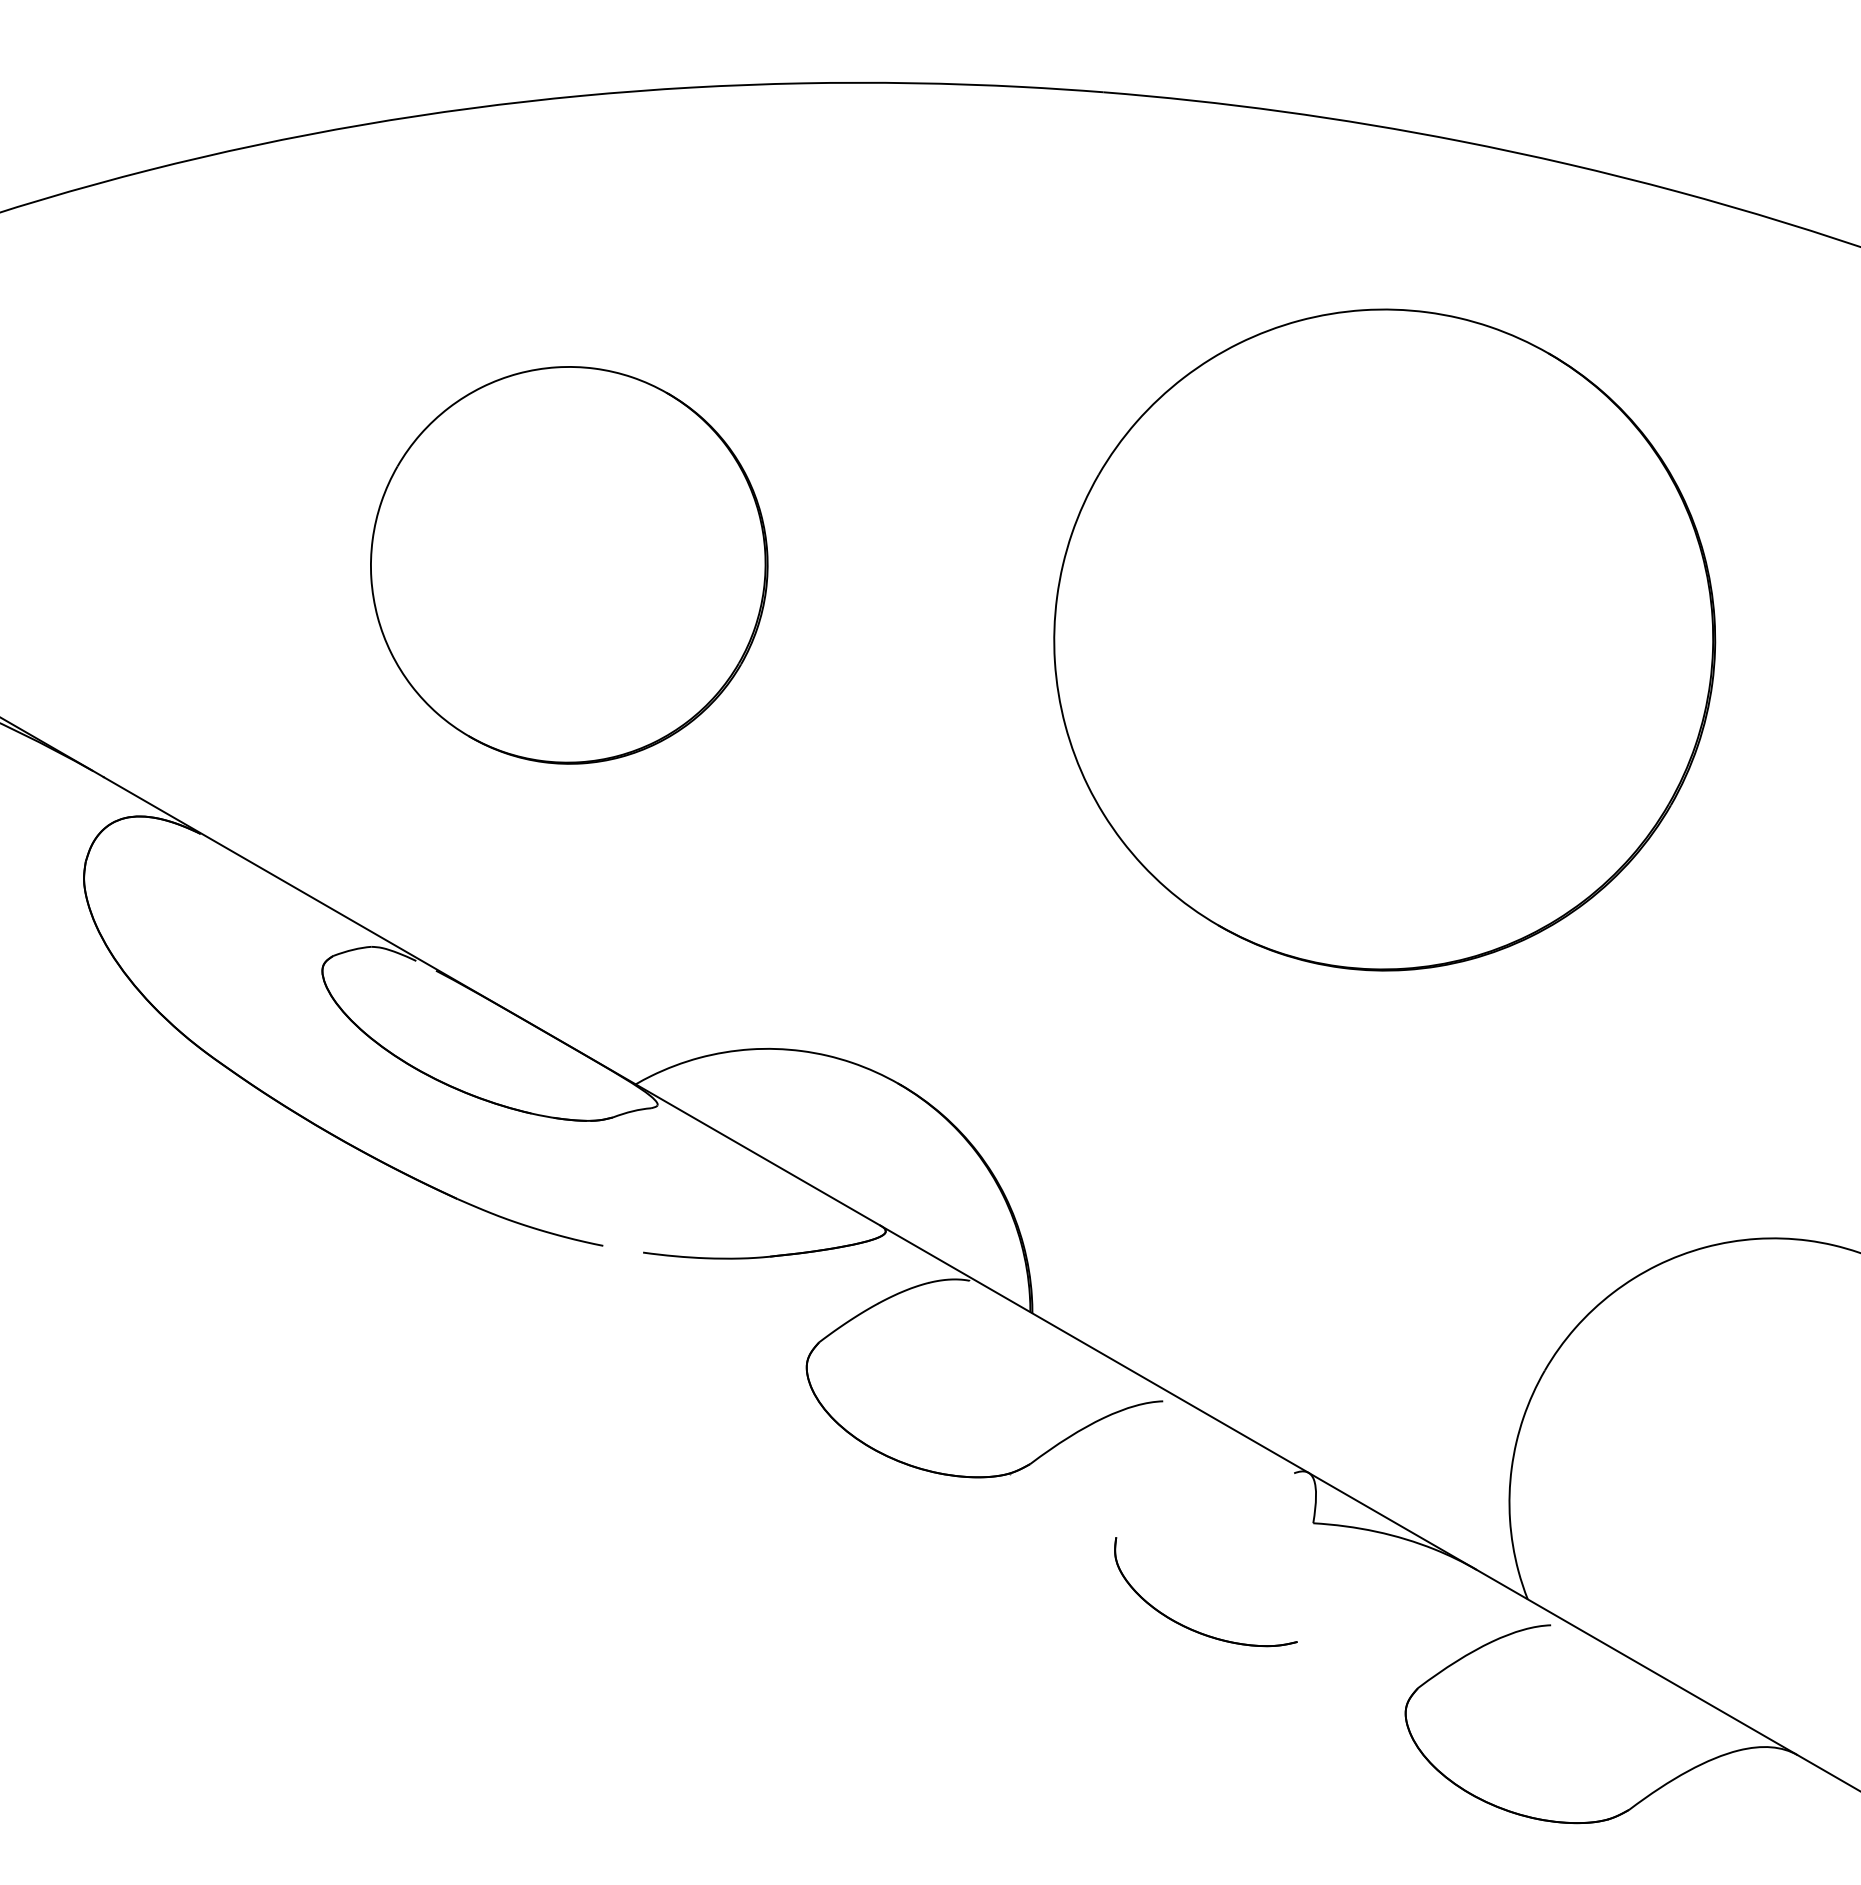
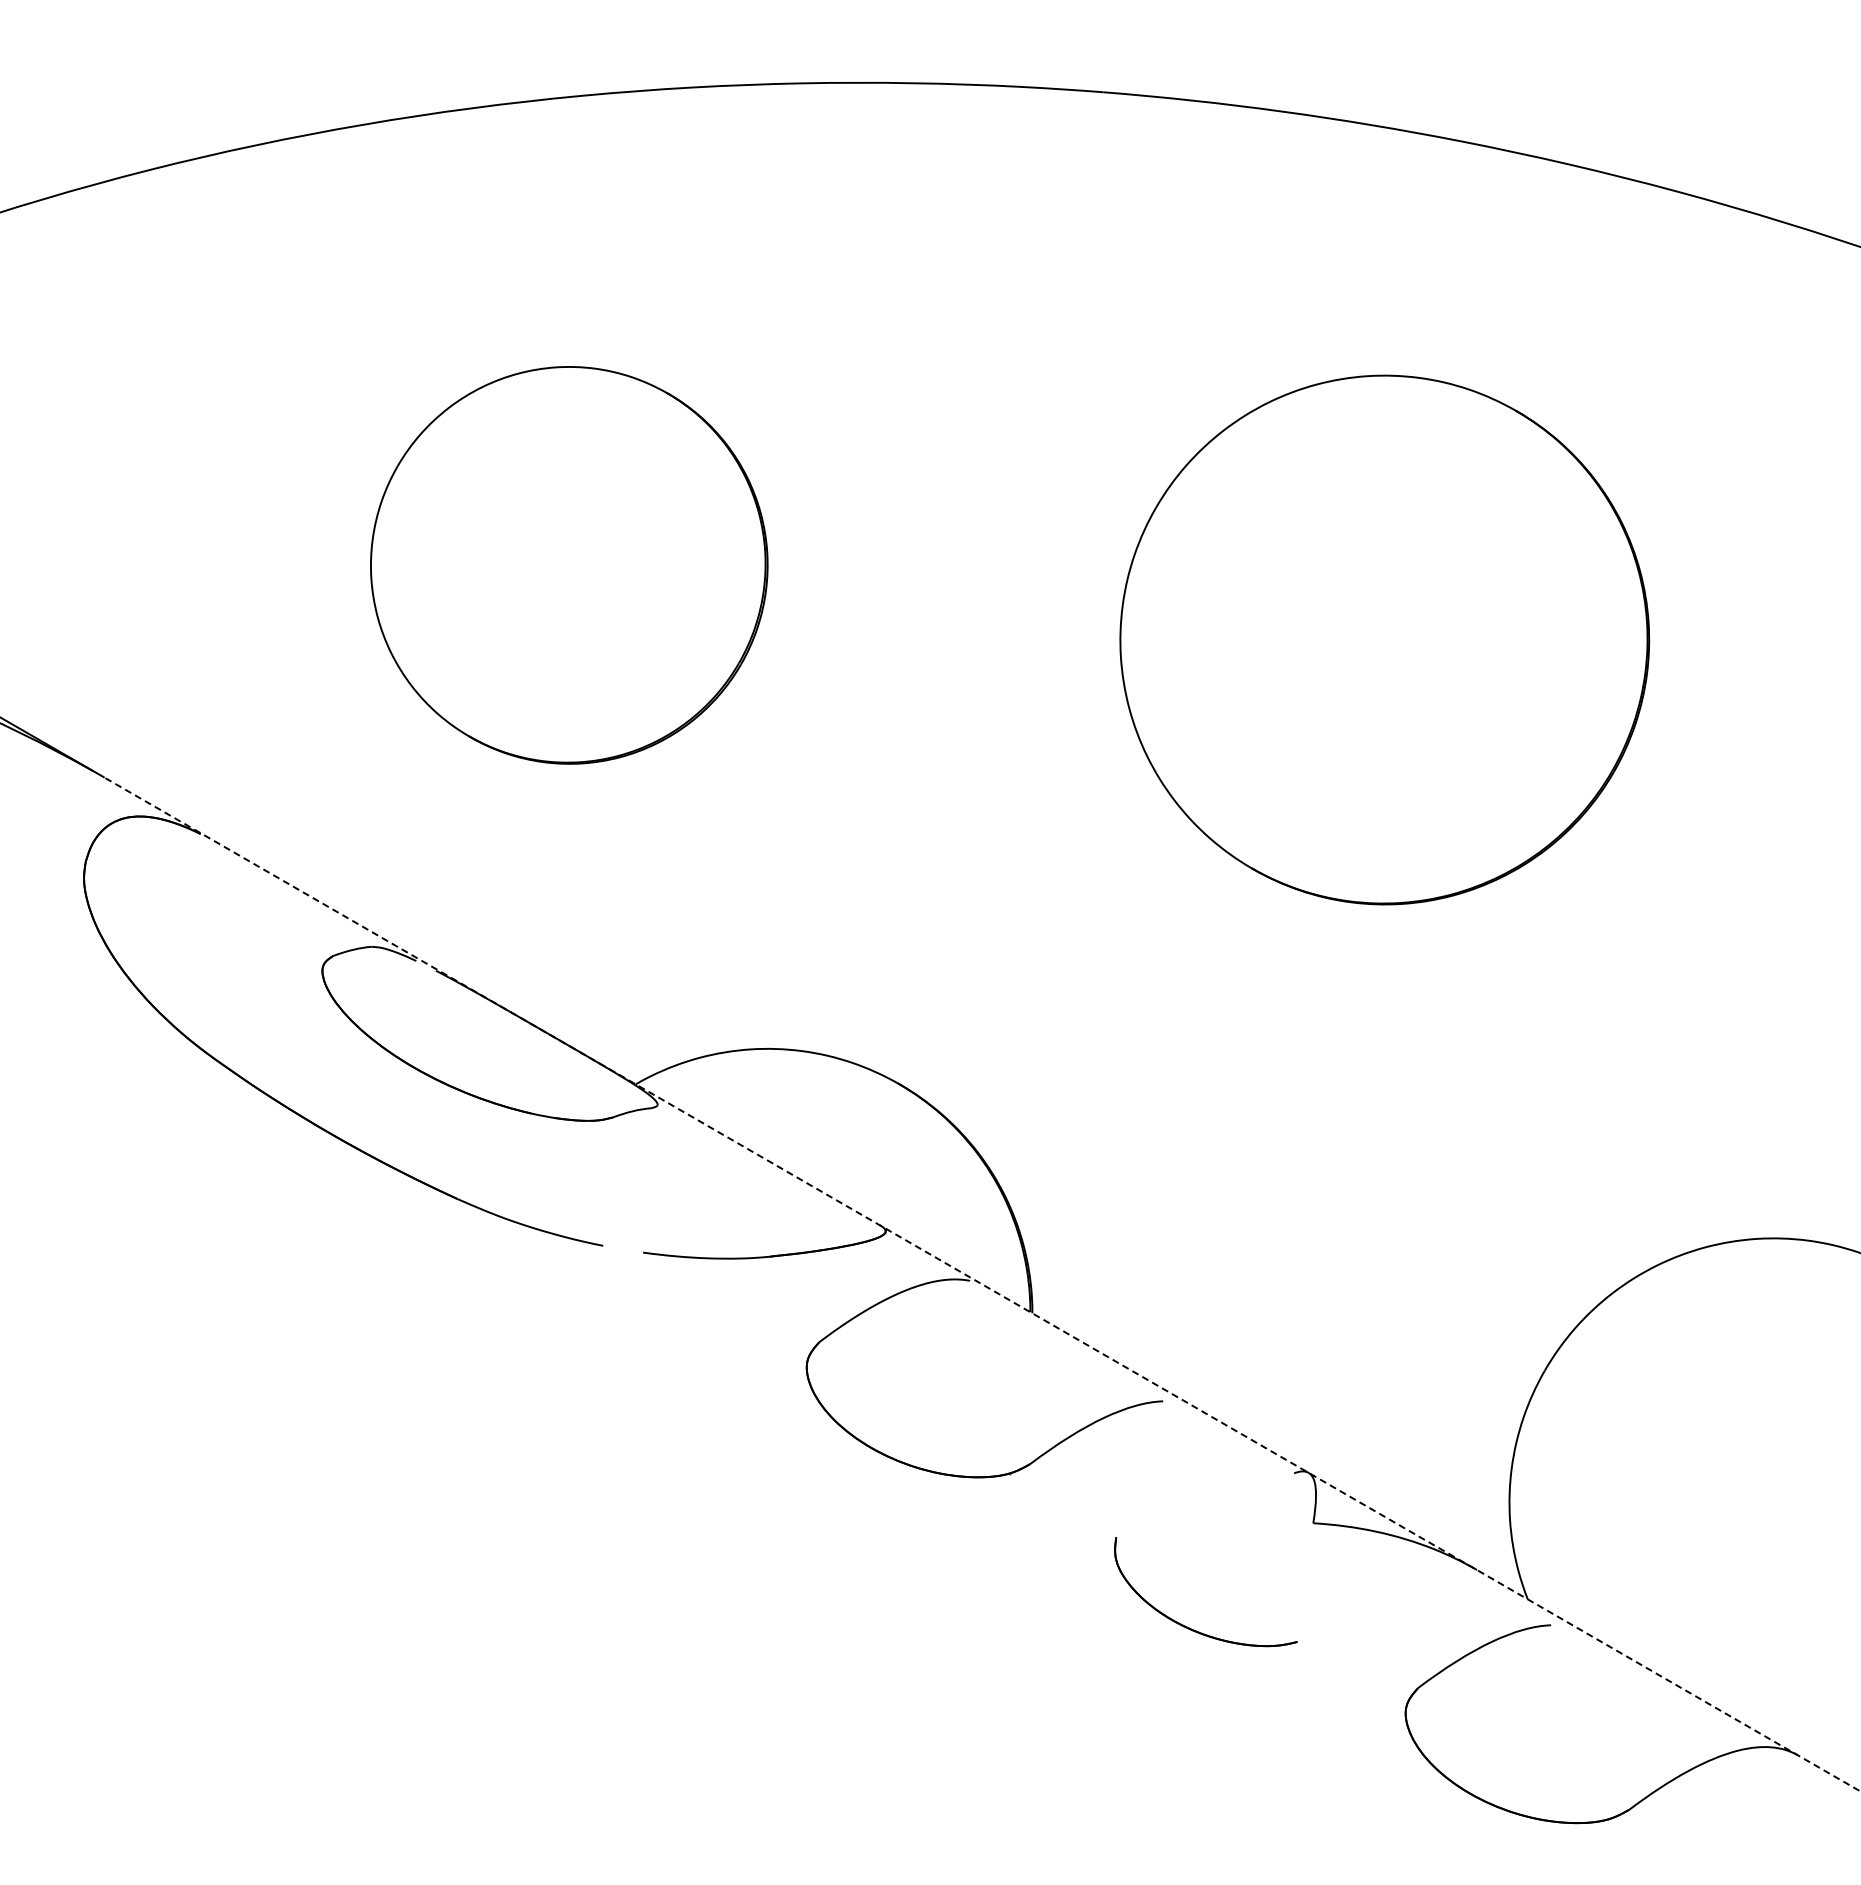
part at (1384, 639) size: 664x664 px -> 532x532 px
line at (981, 1284): solid -> dashed
